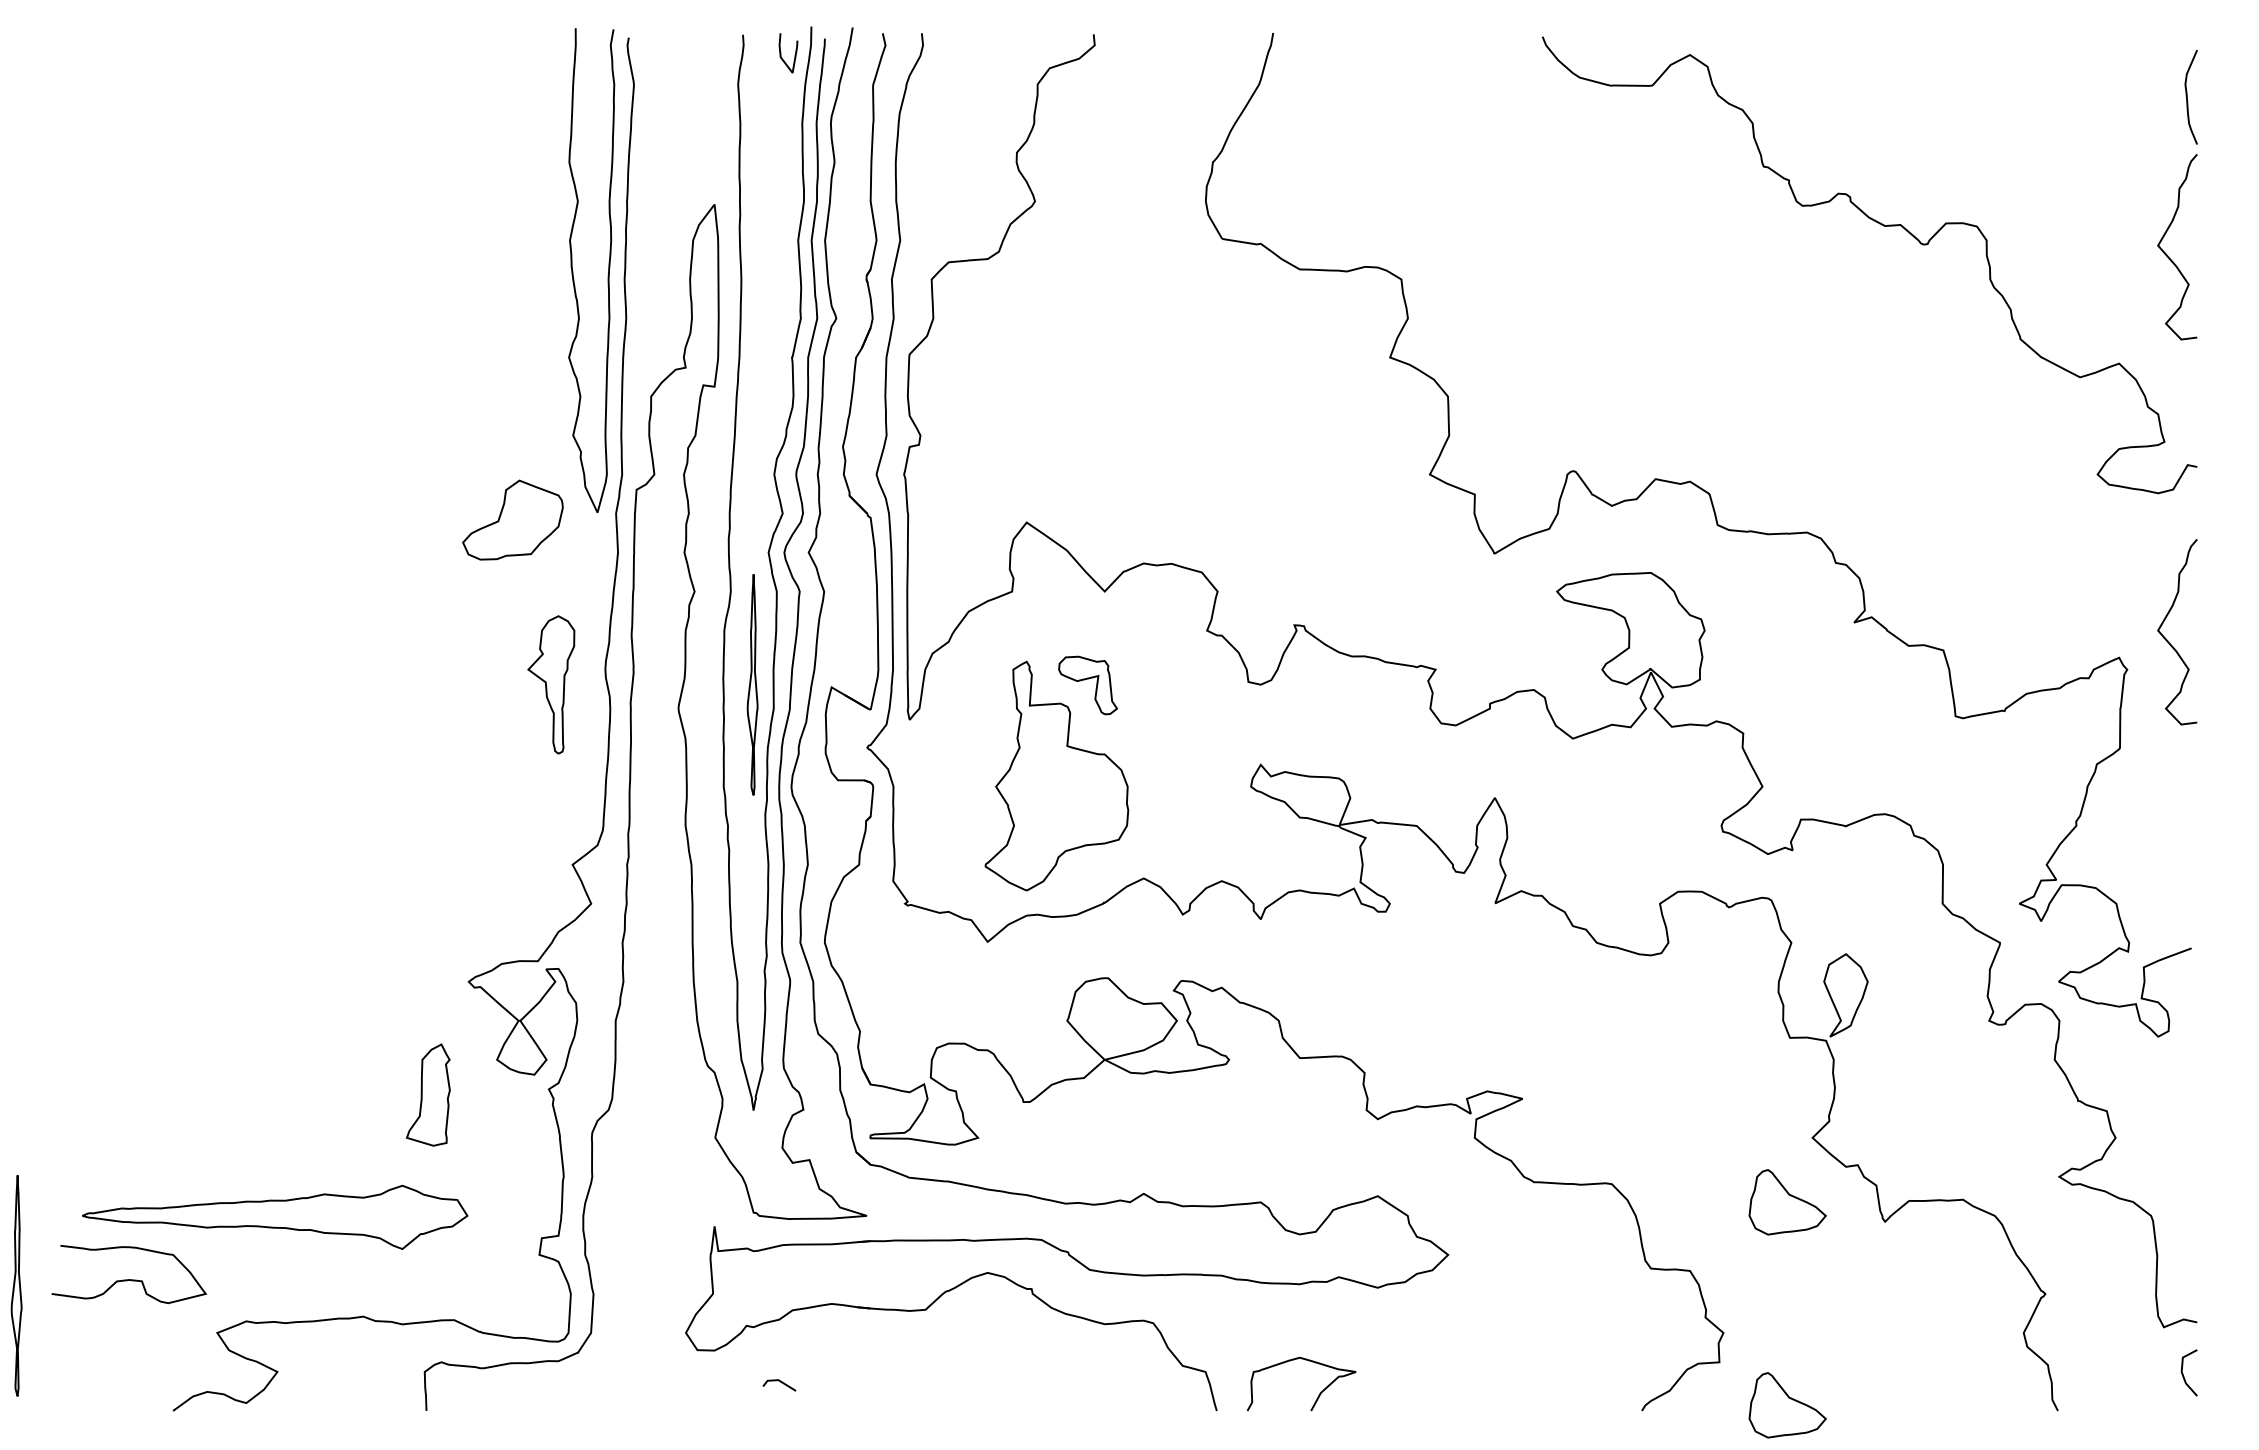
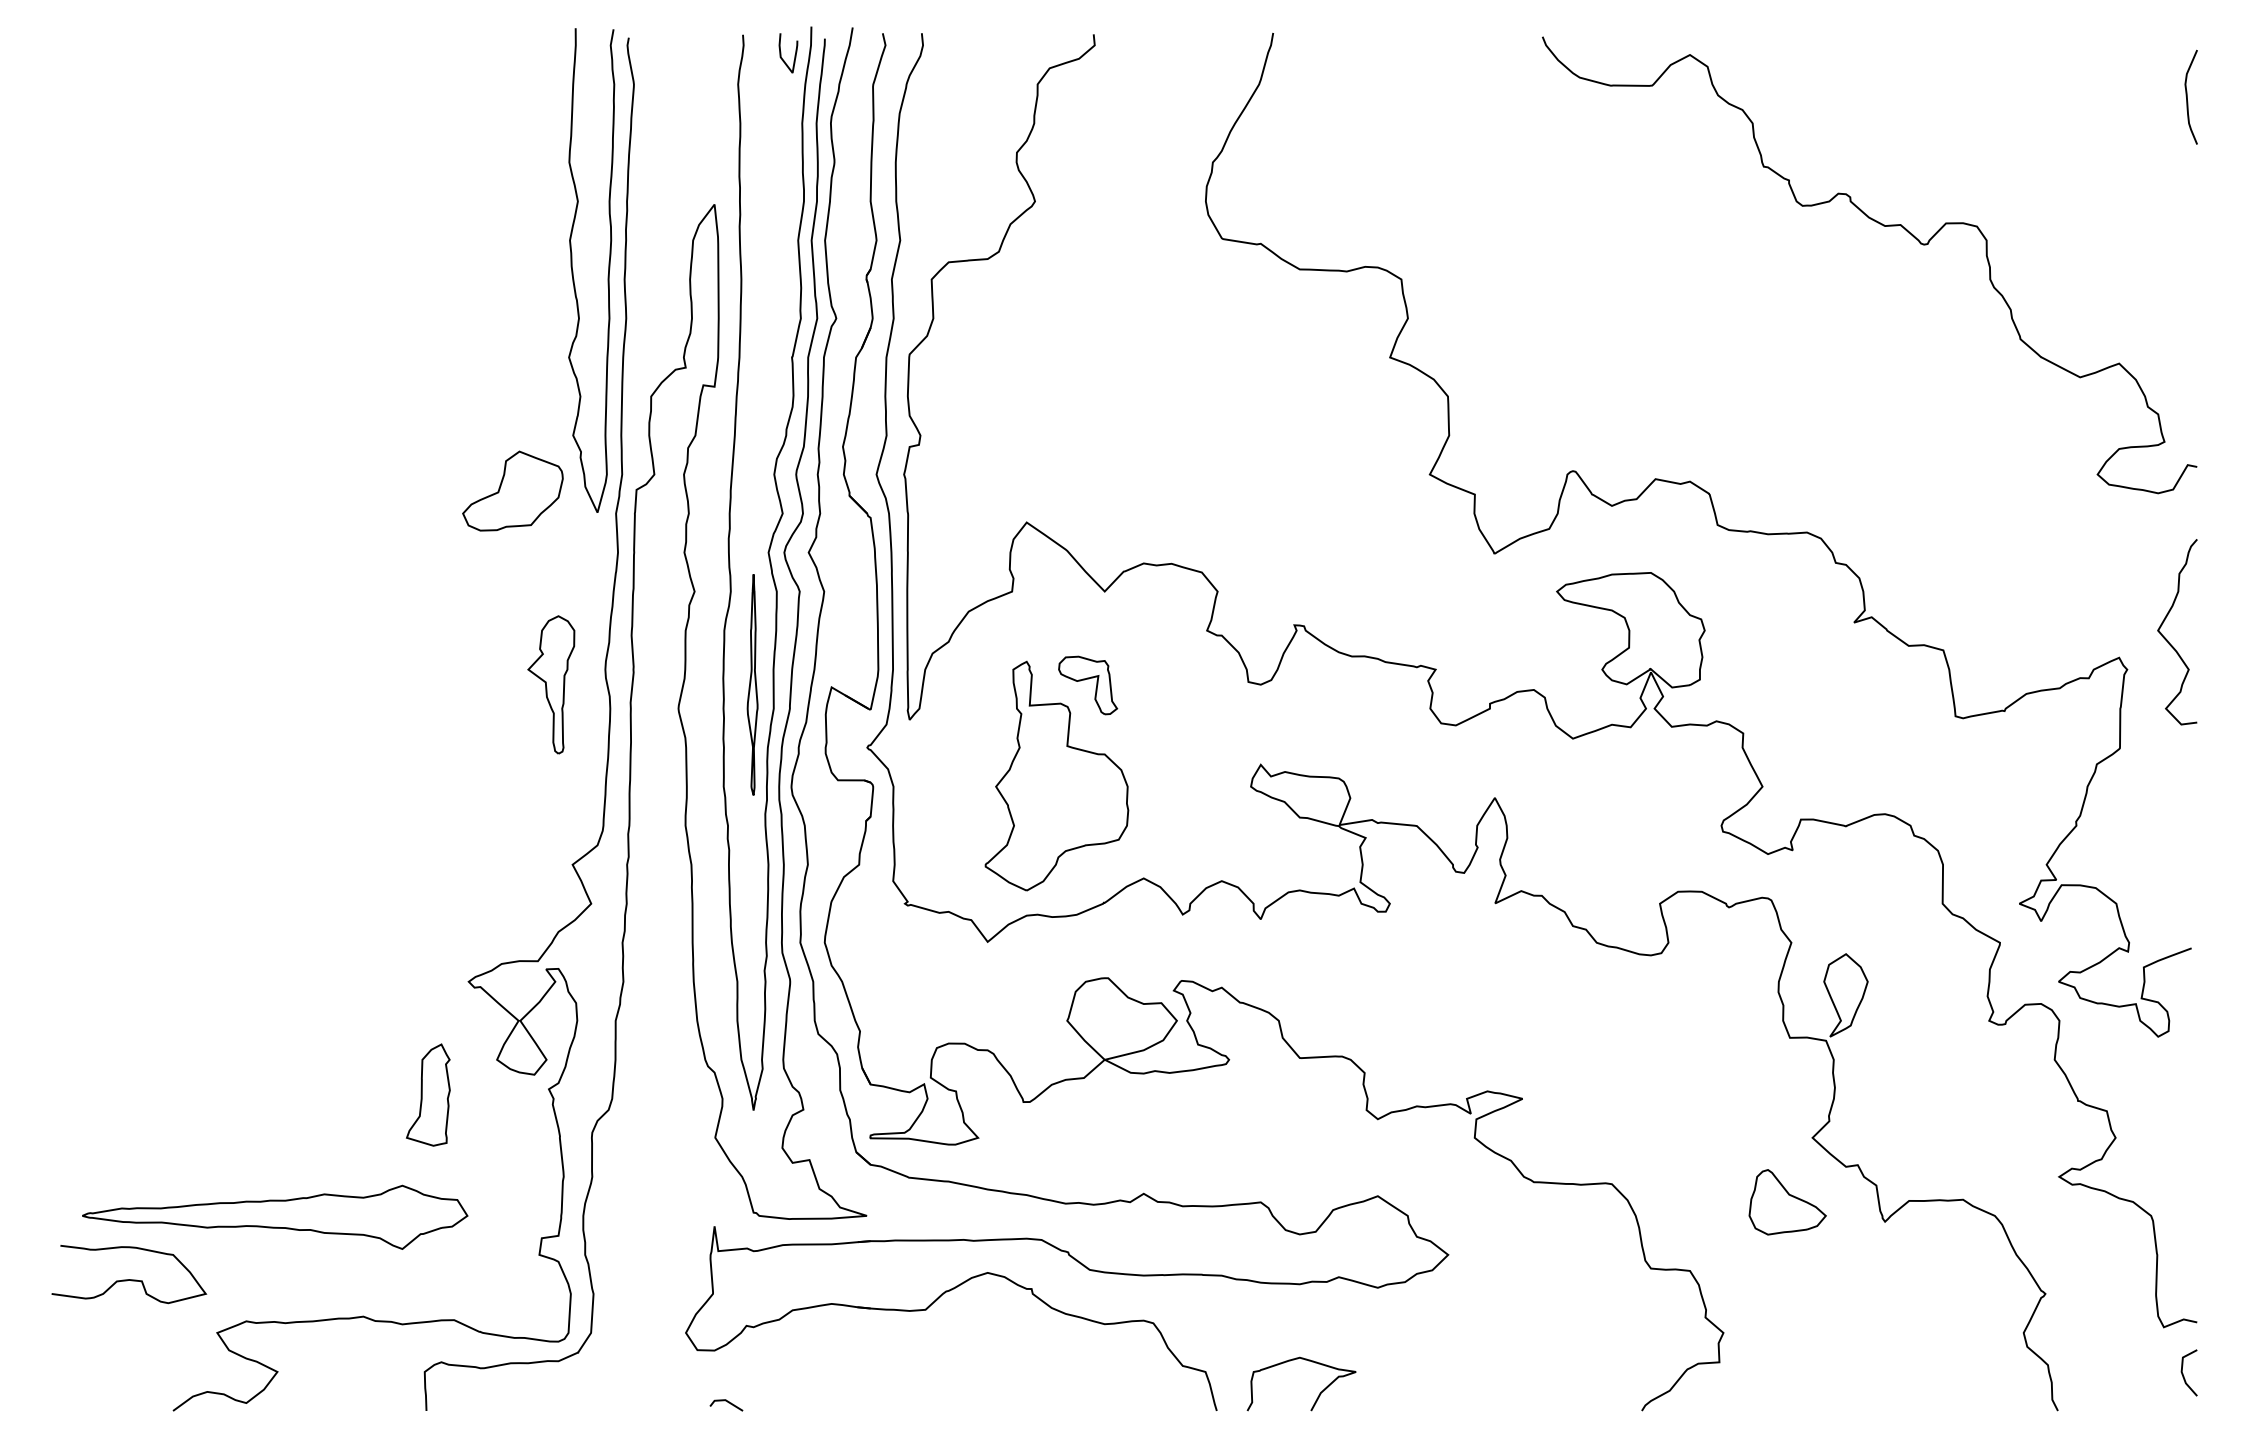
curve at (2168, 255): present -> none
part at (512, 519) position: (512, 519) -> (512, 490)
part at (16, 1285): present -> none
line at (781, 1383) position: (781, 1383) -> (728, 1403)
part at (1787, 1405): present -> none
